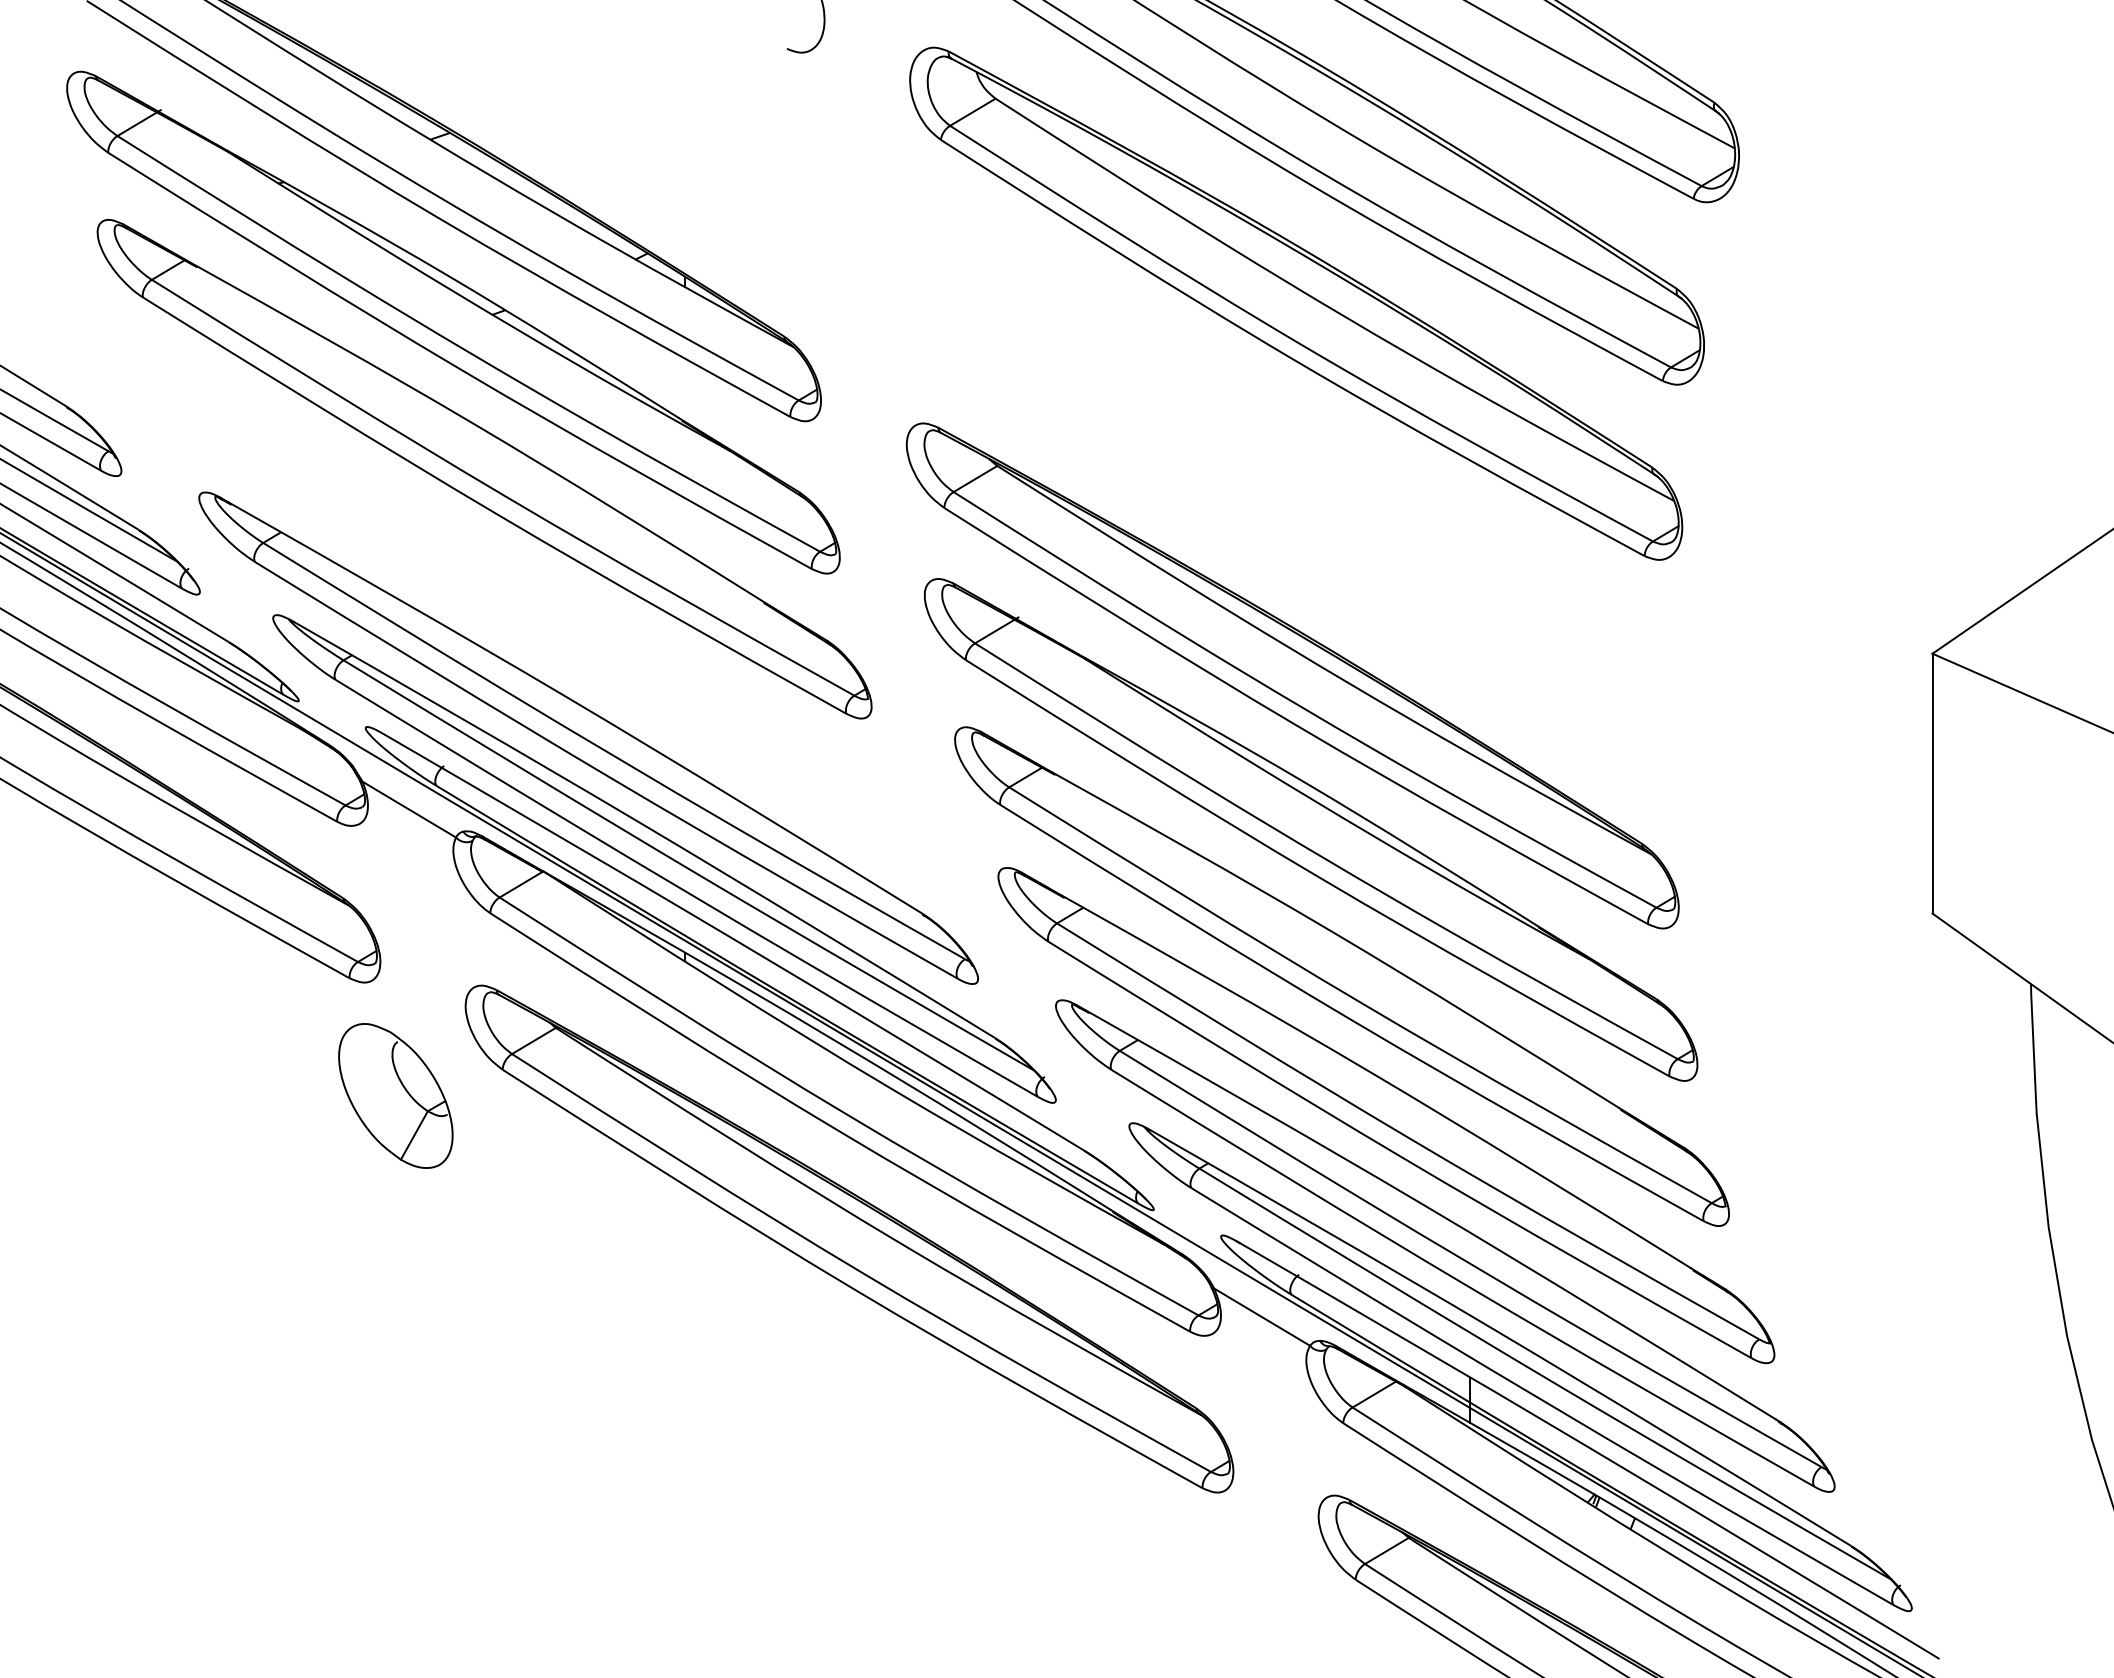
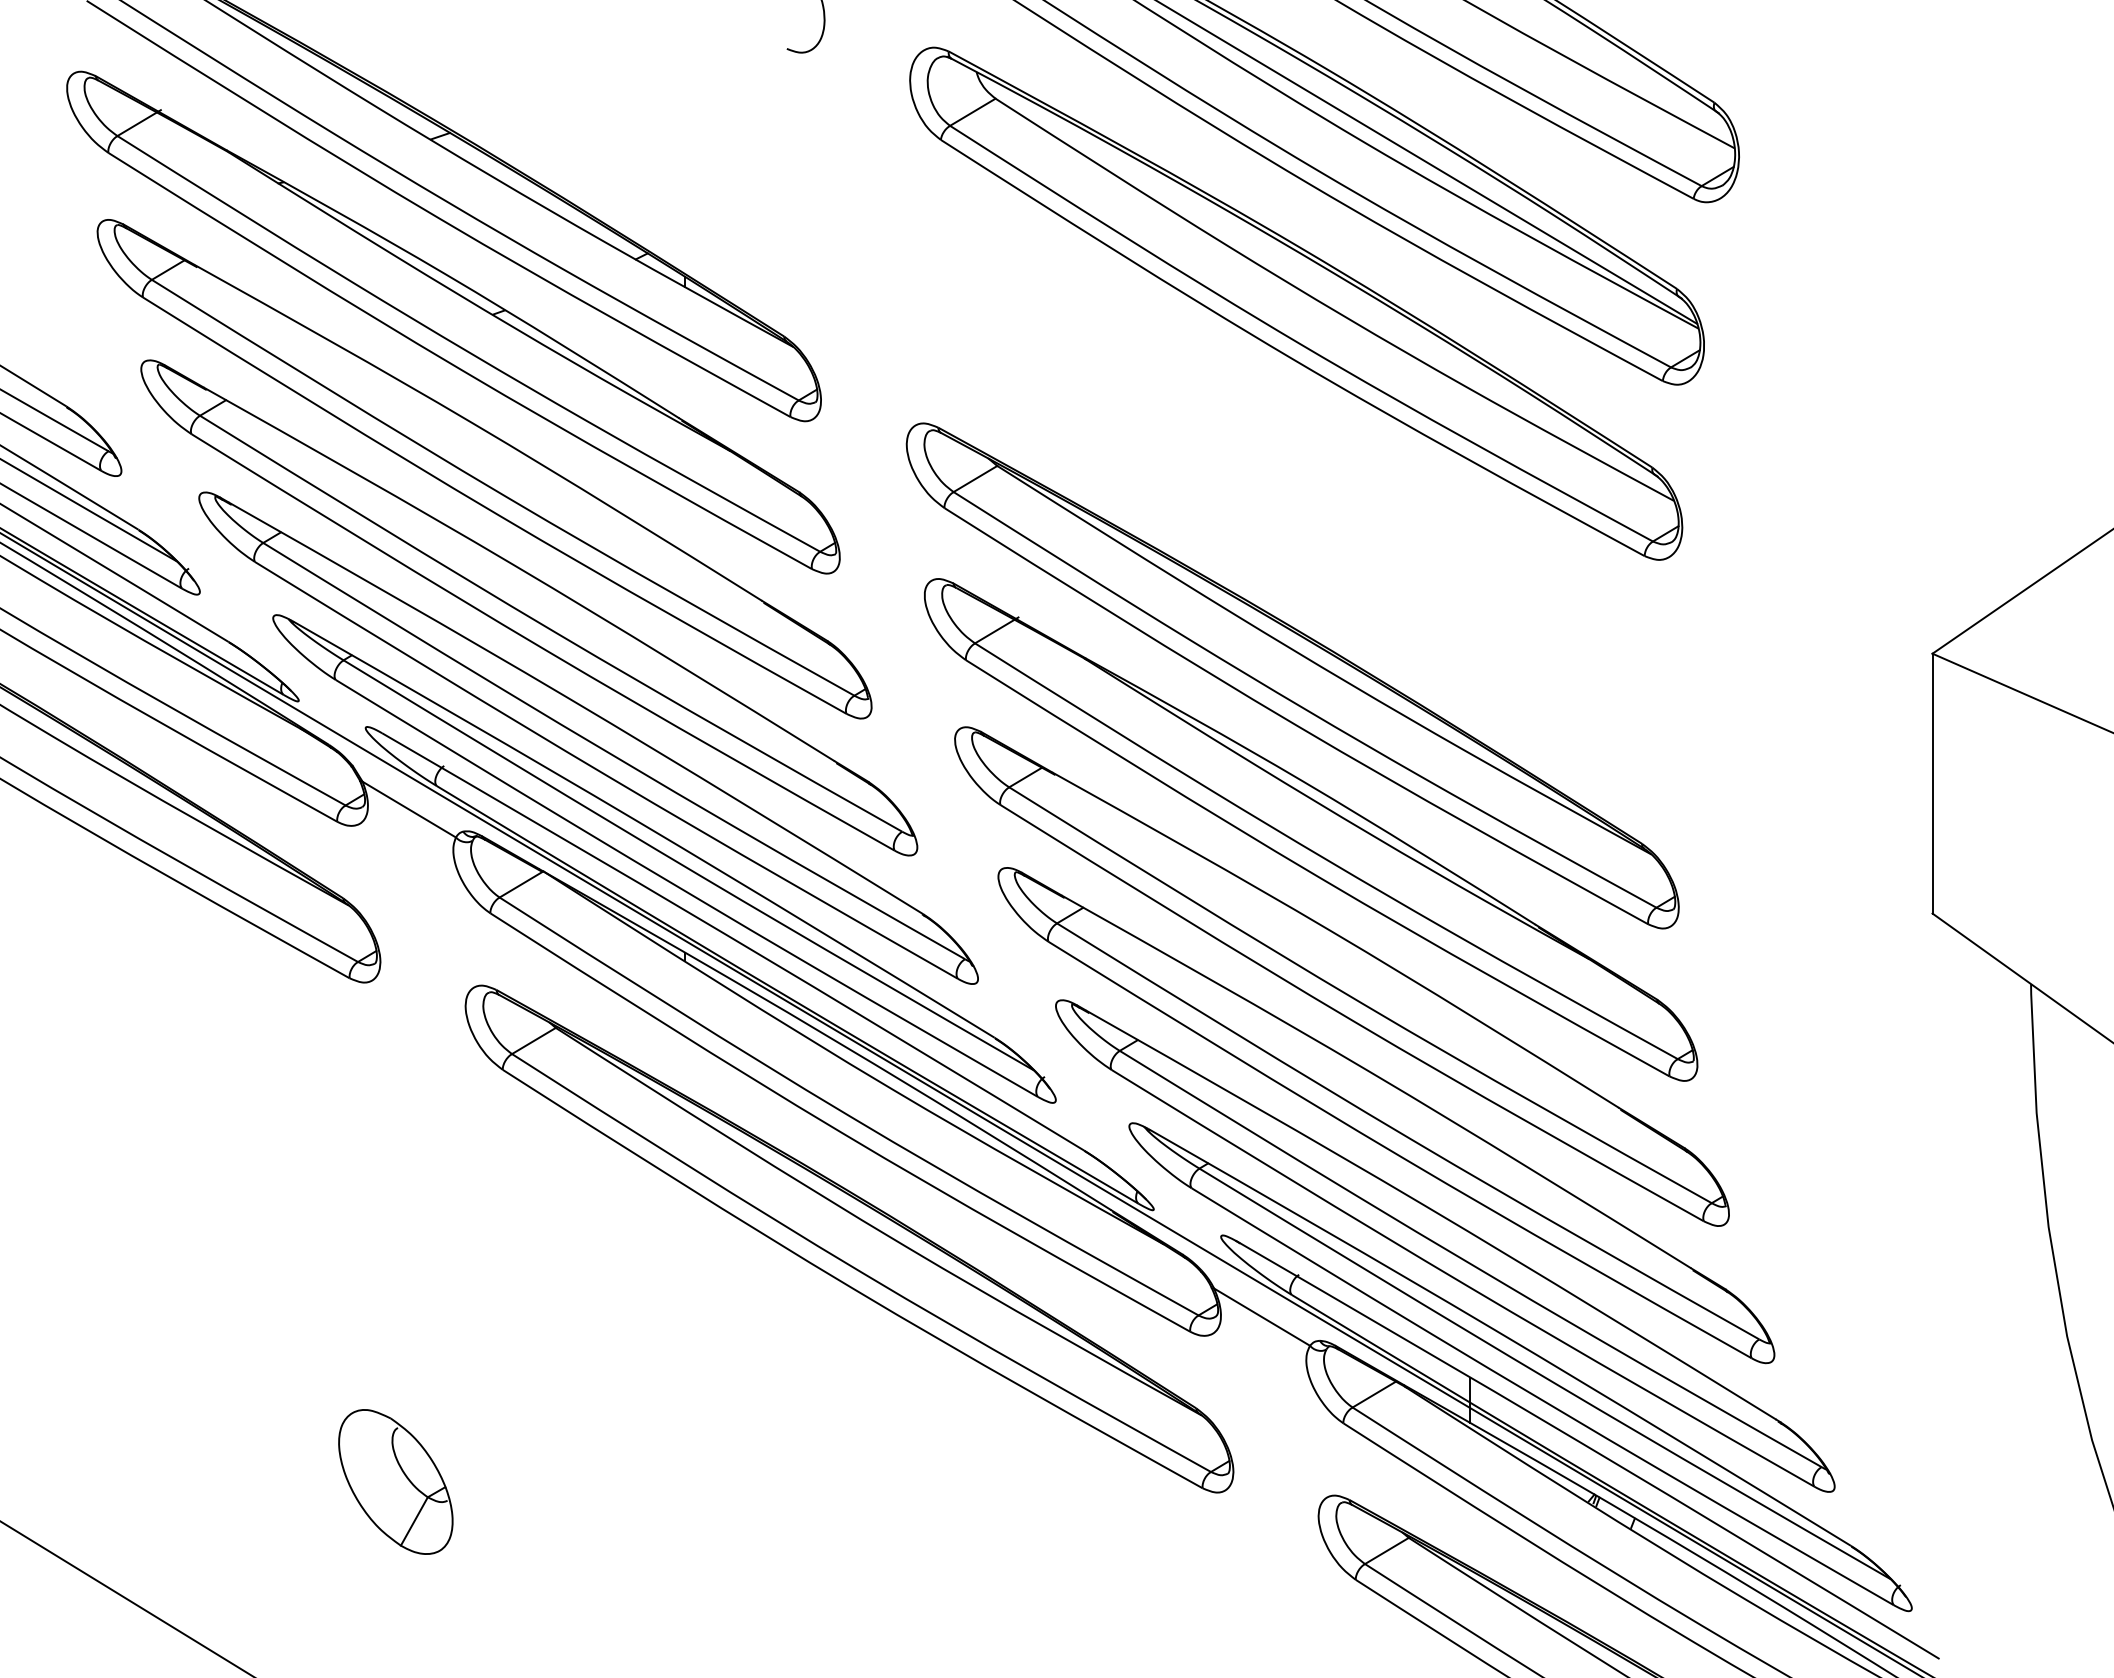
line at (1428, 162): none -> present
part at (529, 607): none -> present
part at (395, 1095) position: (395, 1095) -> (395, 1481)
line at (126, 1598): none -> present
